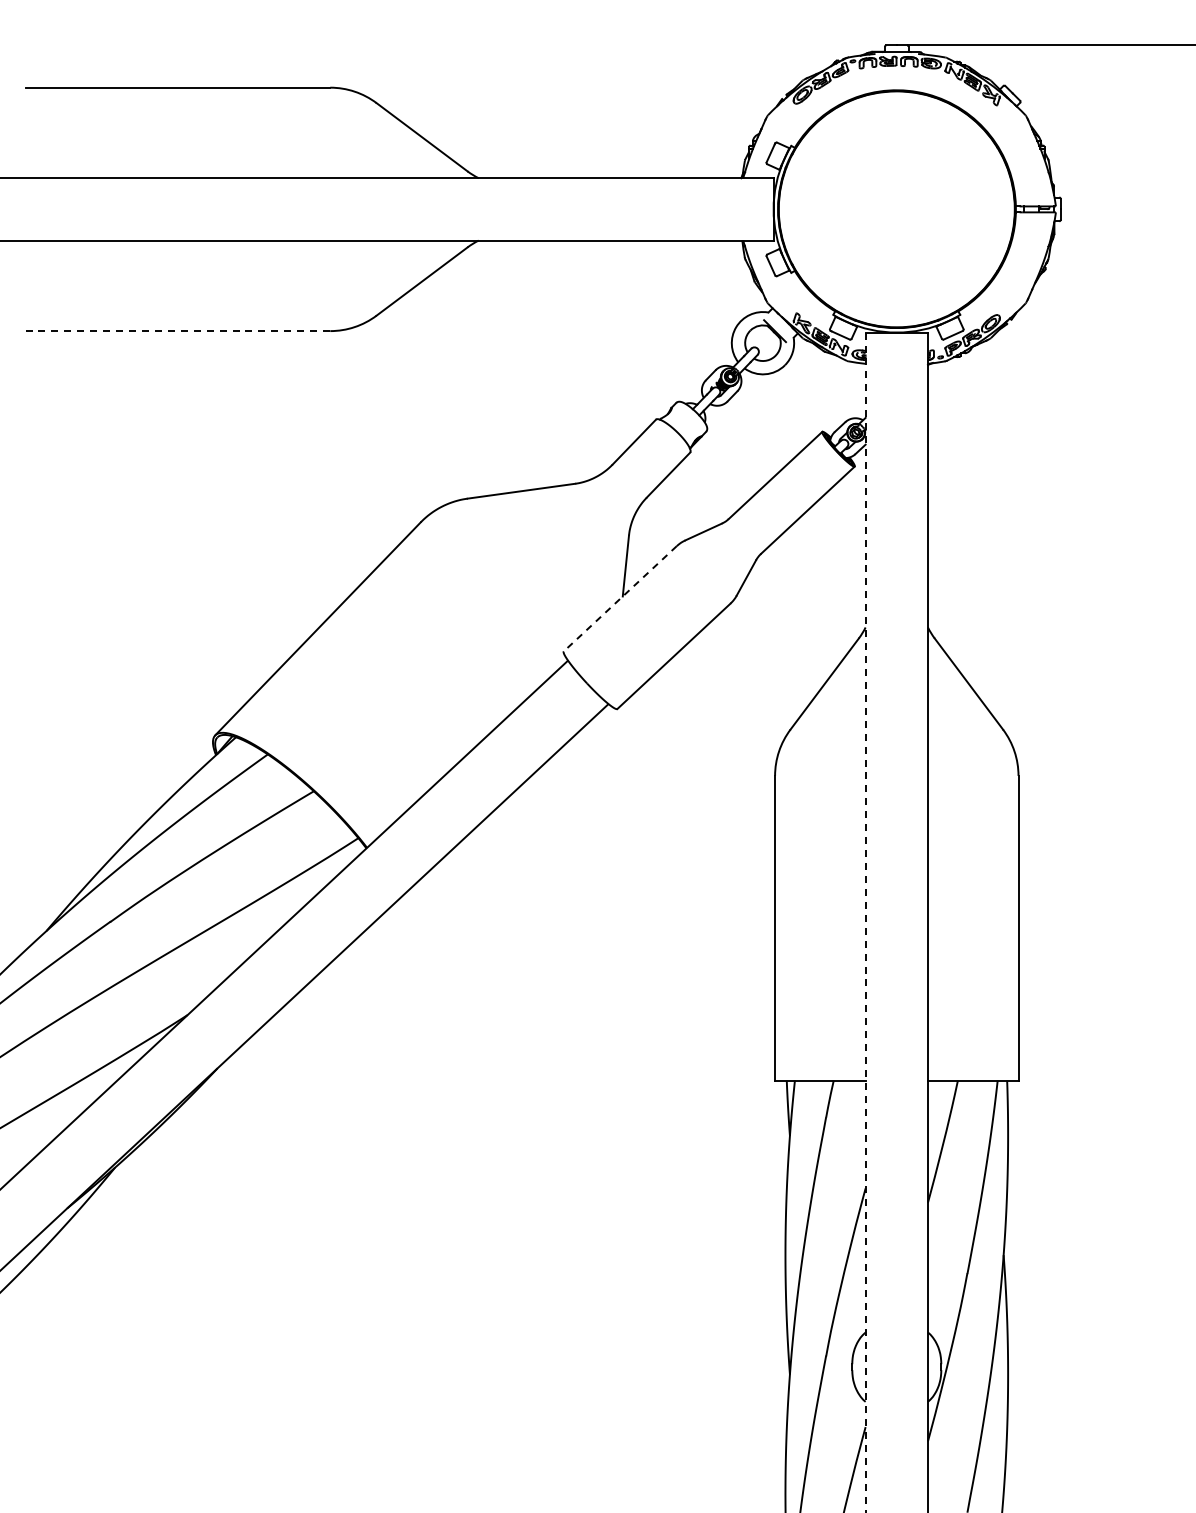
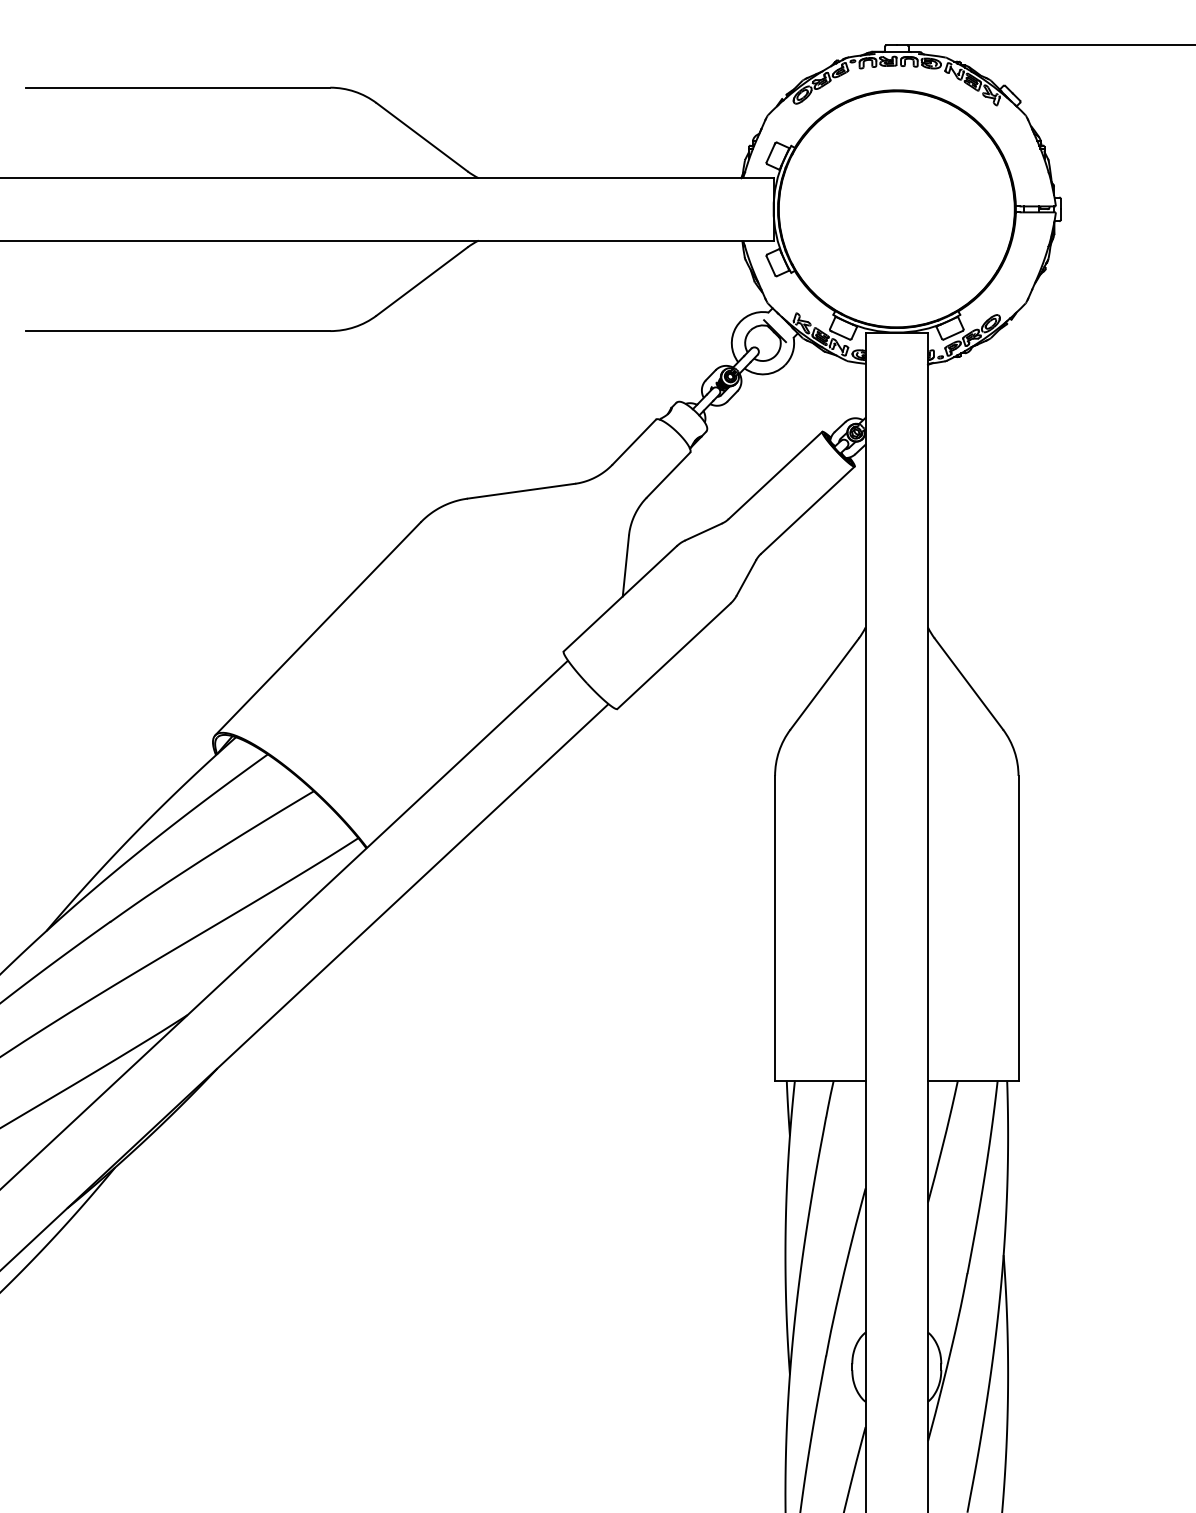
line at (178, 331): dashed -> solid
line at (619, 599): dashed -> solid
line at (865, 922): dashed -> solid
